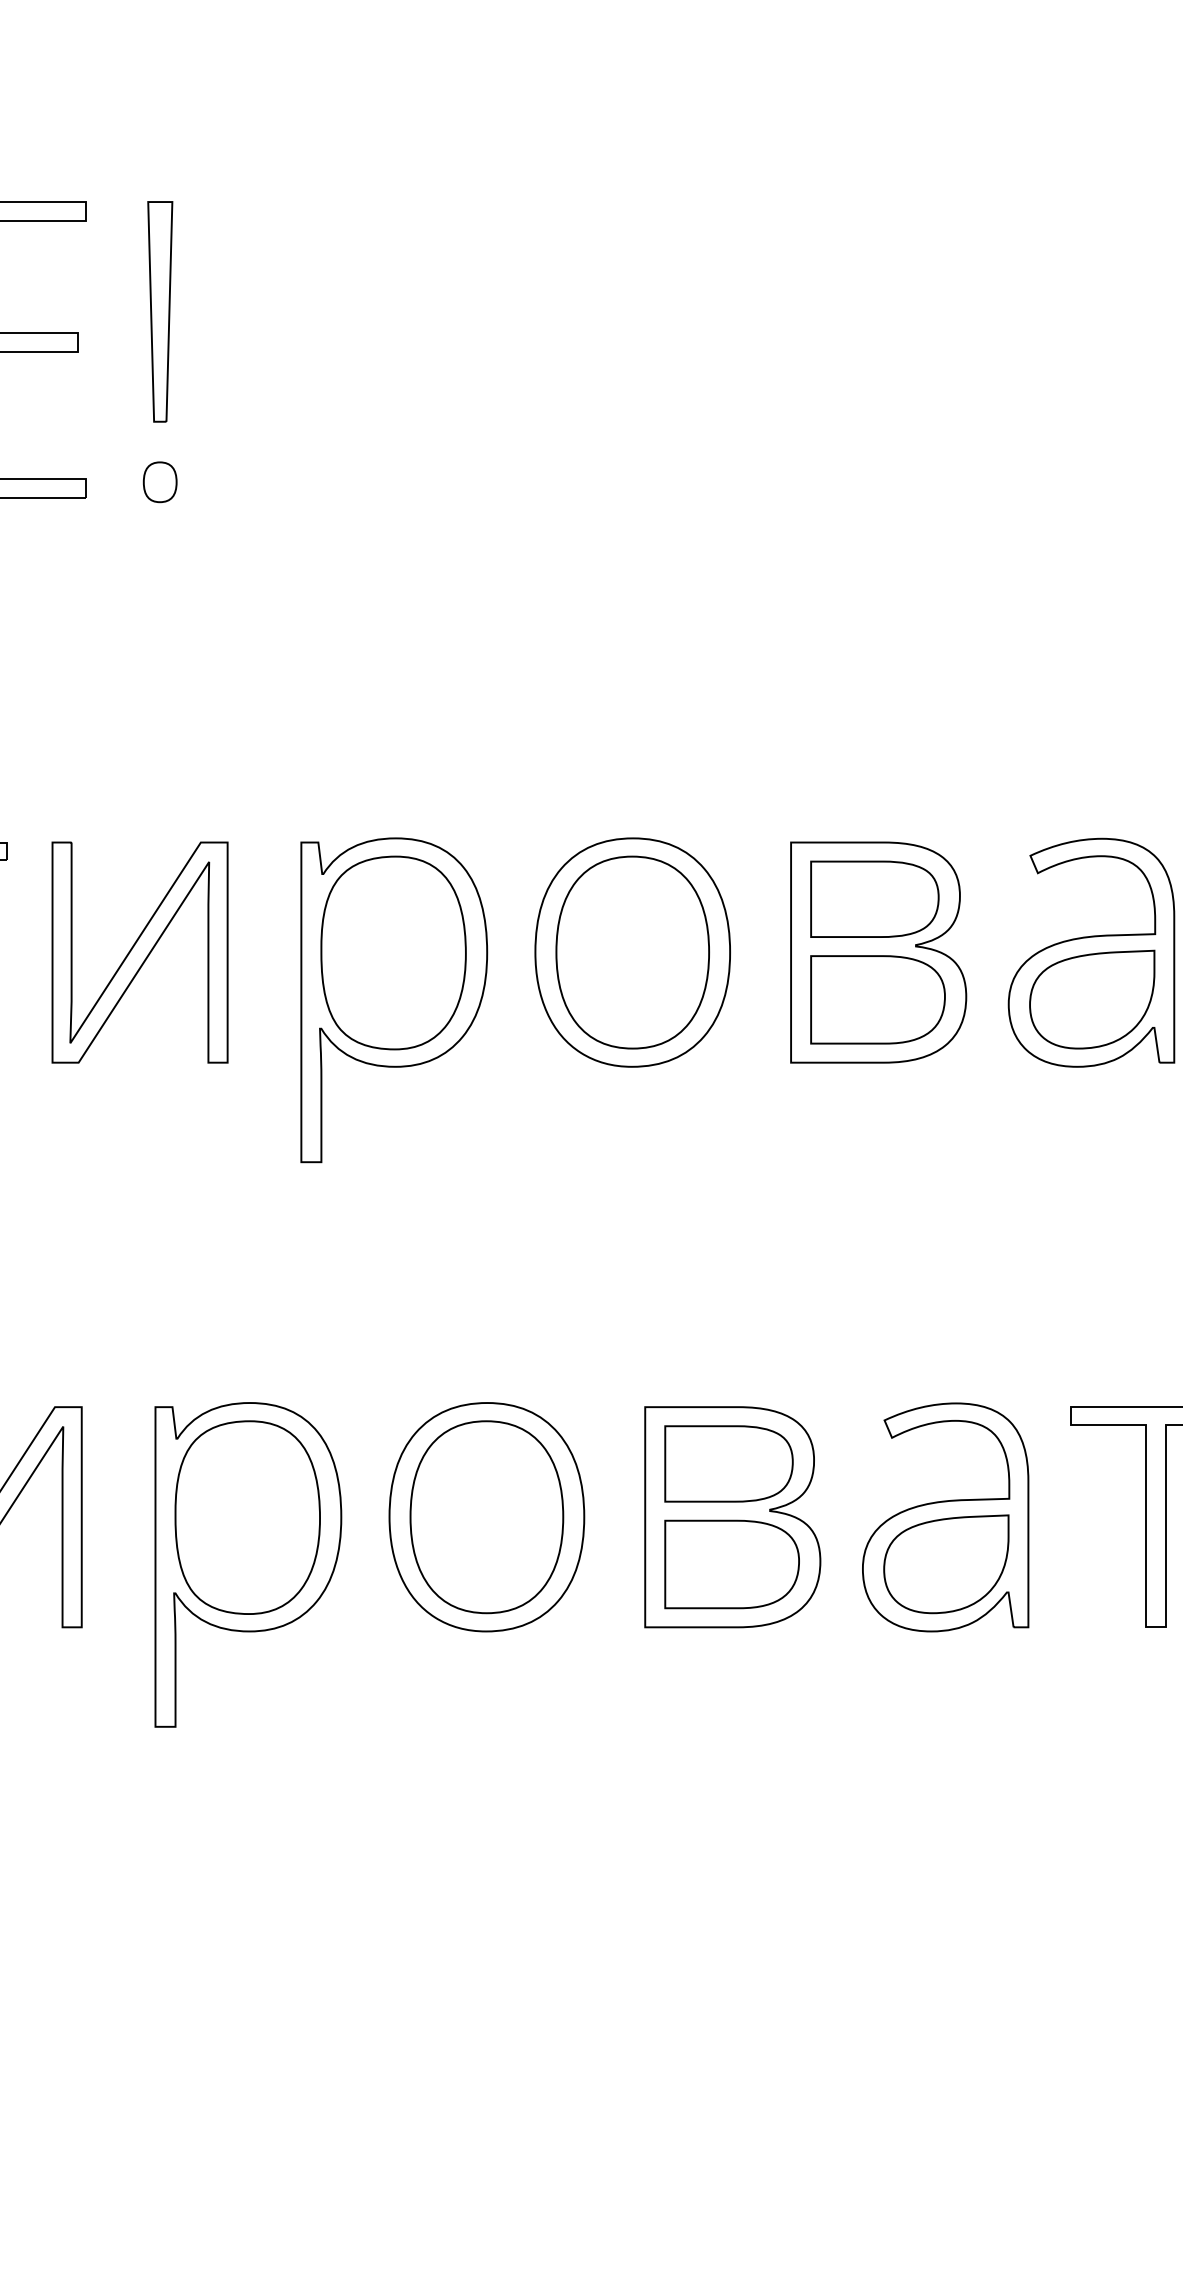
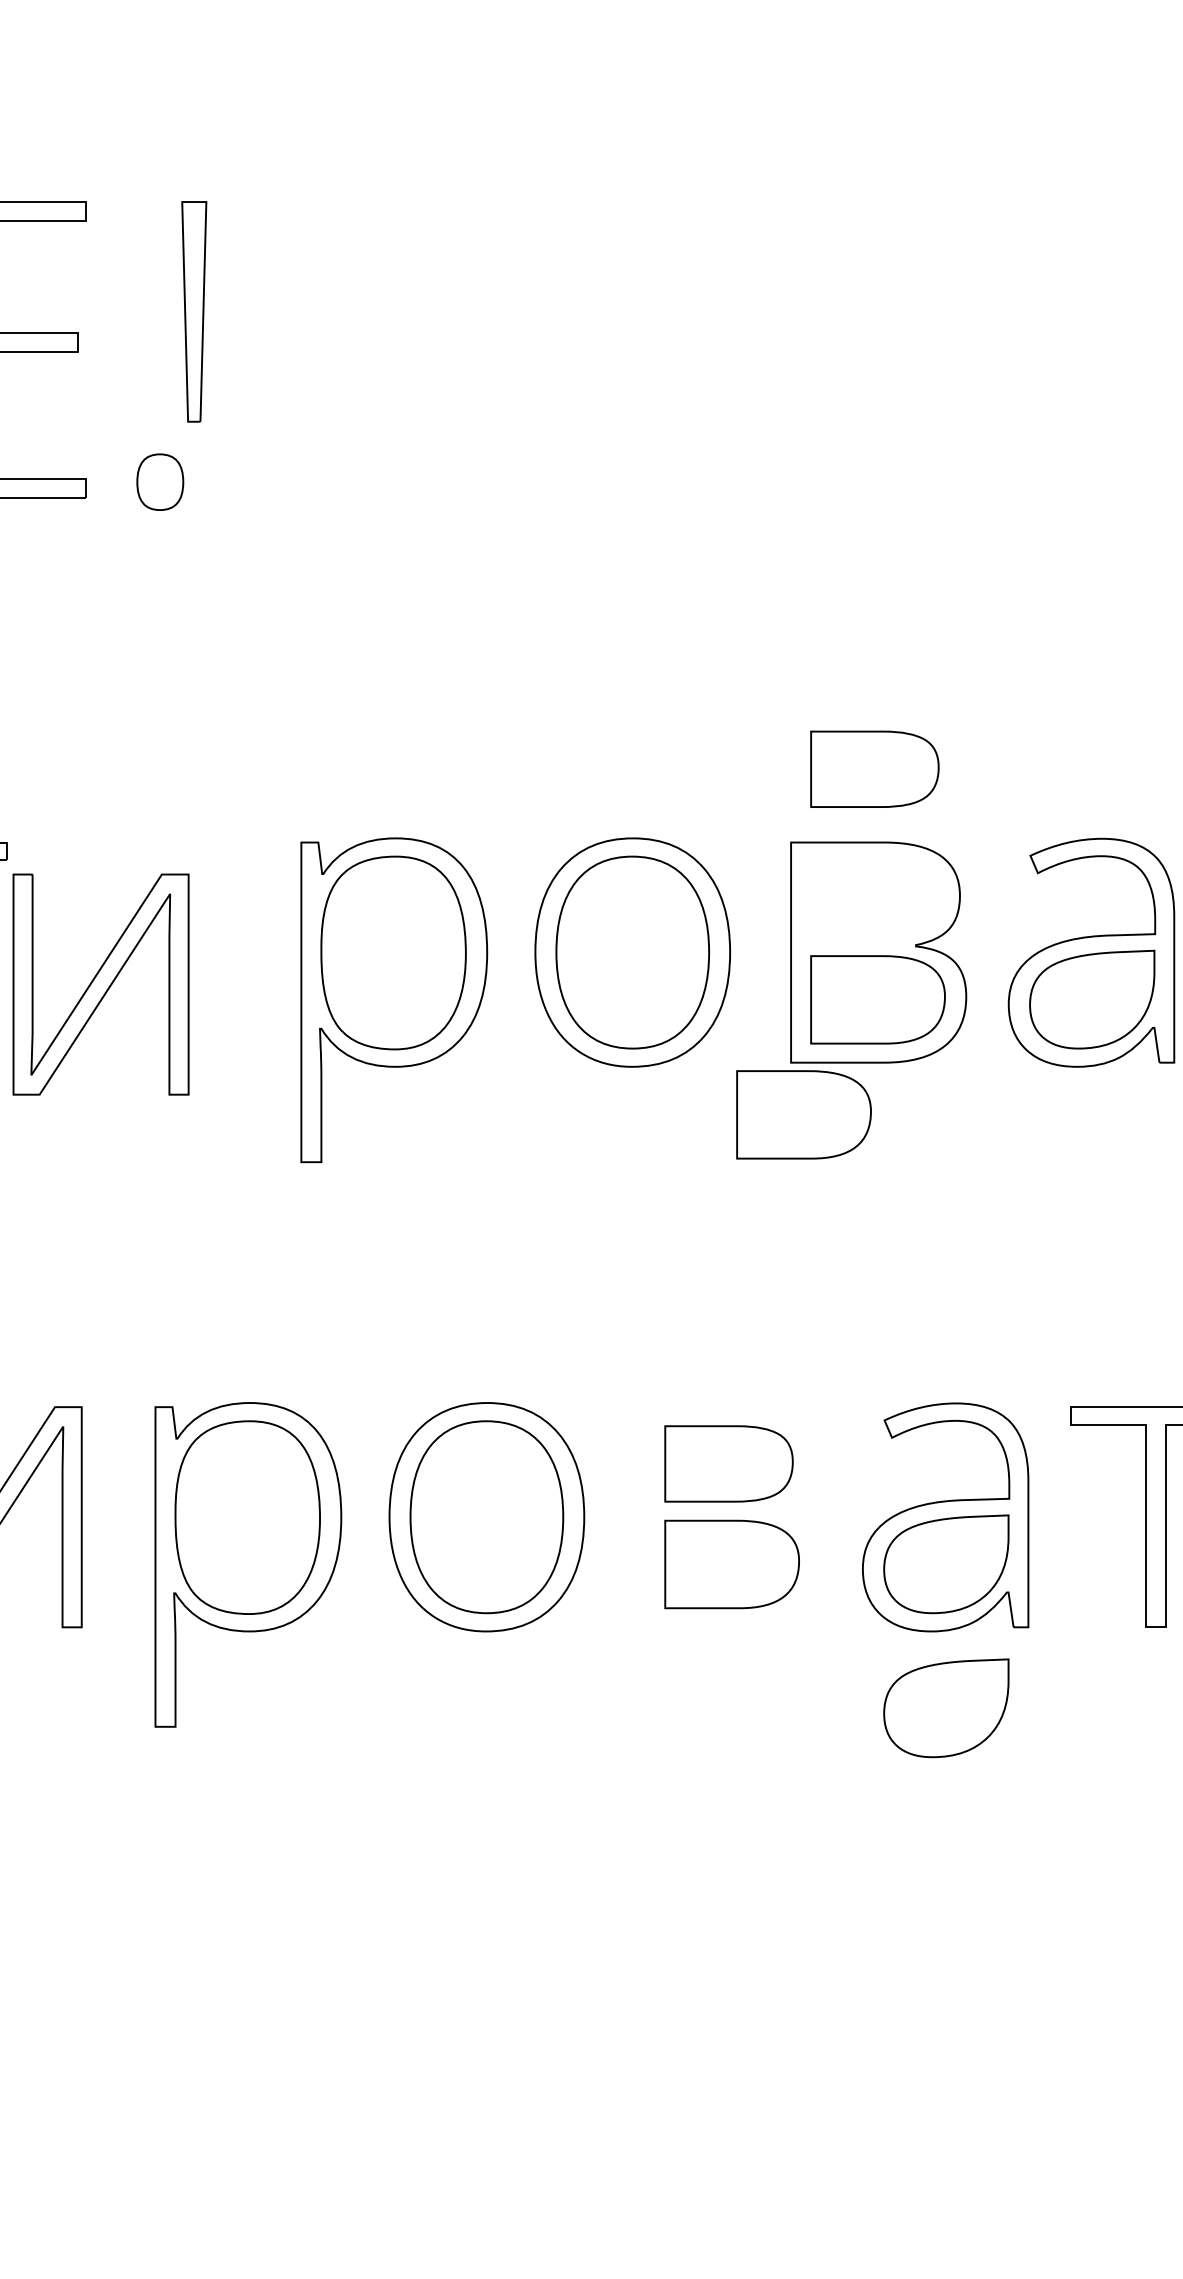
part at (160, 311) position: (160, 311) -> (194, 311)
part at (159, 482) size: 36x43 px -> 49x58 px
part at (874, 898) position: (874, 898) -> (874, 768)
part at (139, 952) position: (139, 952) -> (100, 984)
part at (803, 1114): none -> present
part at (732, 1517): present -> none
part at (946, 1708): none -> present
